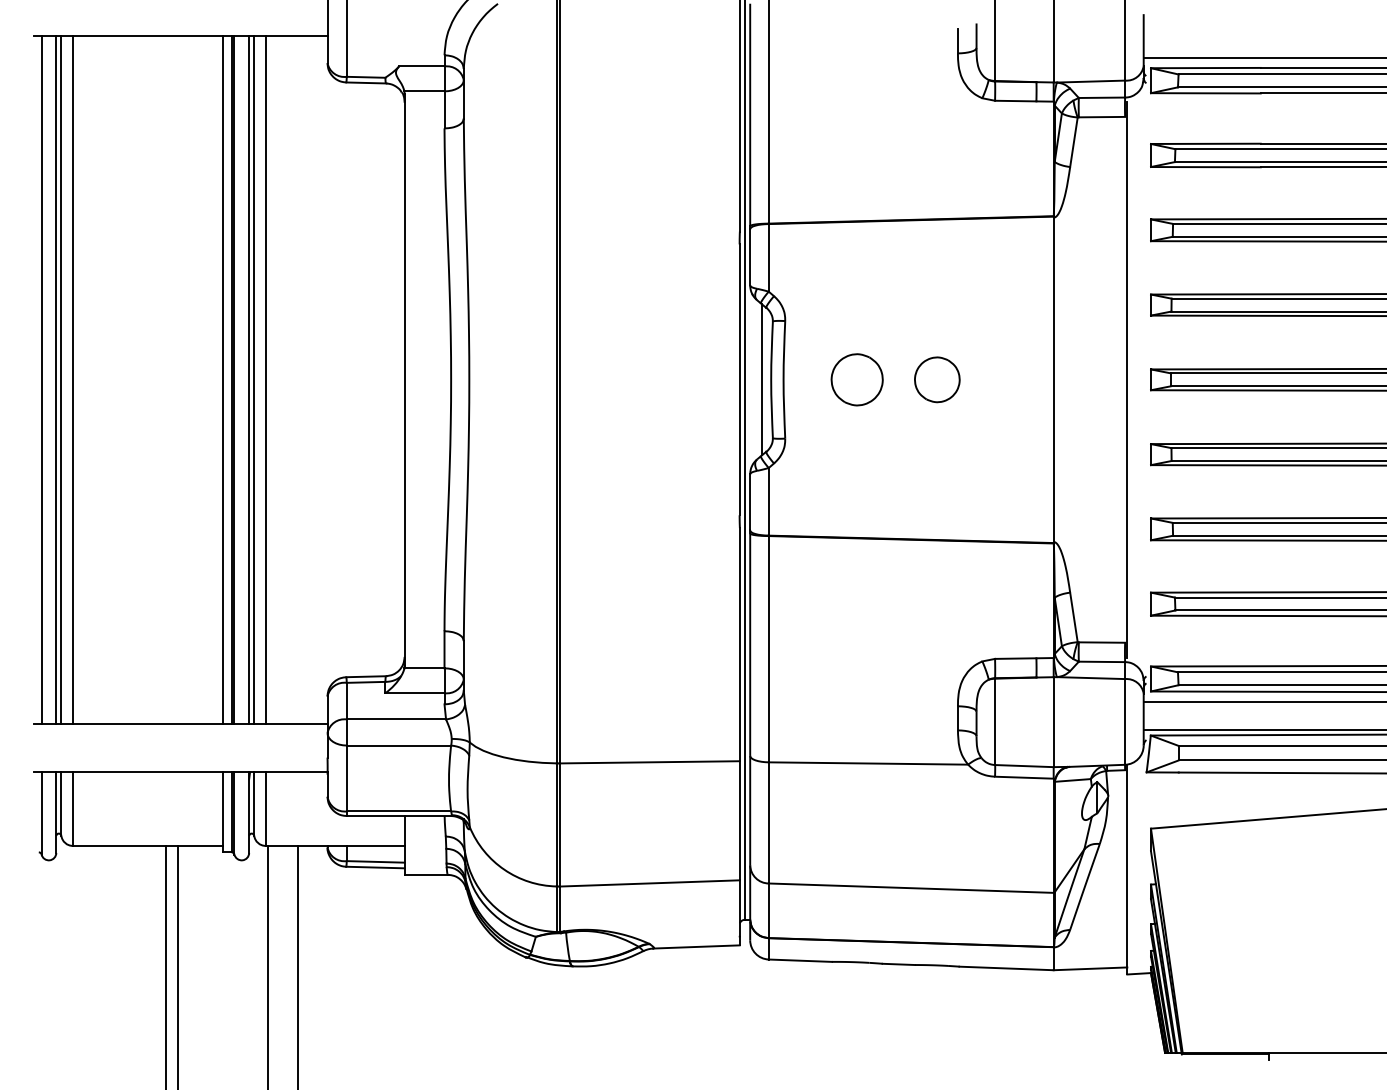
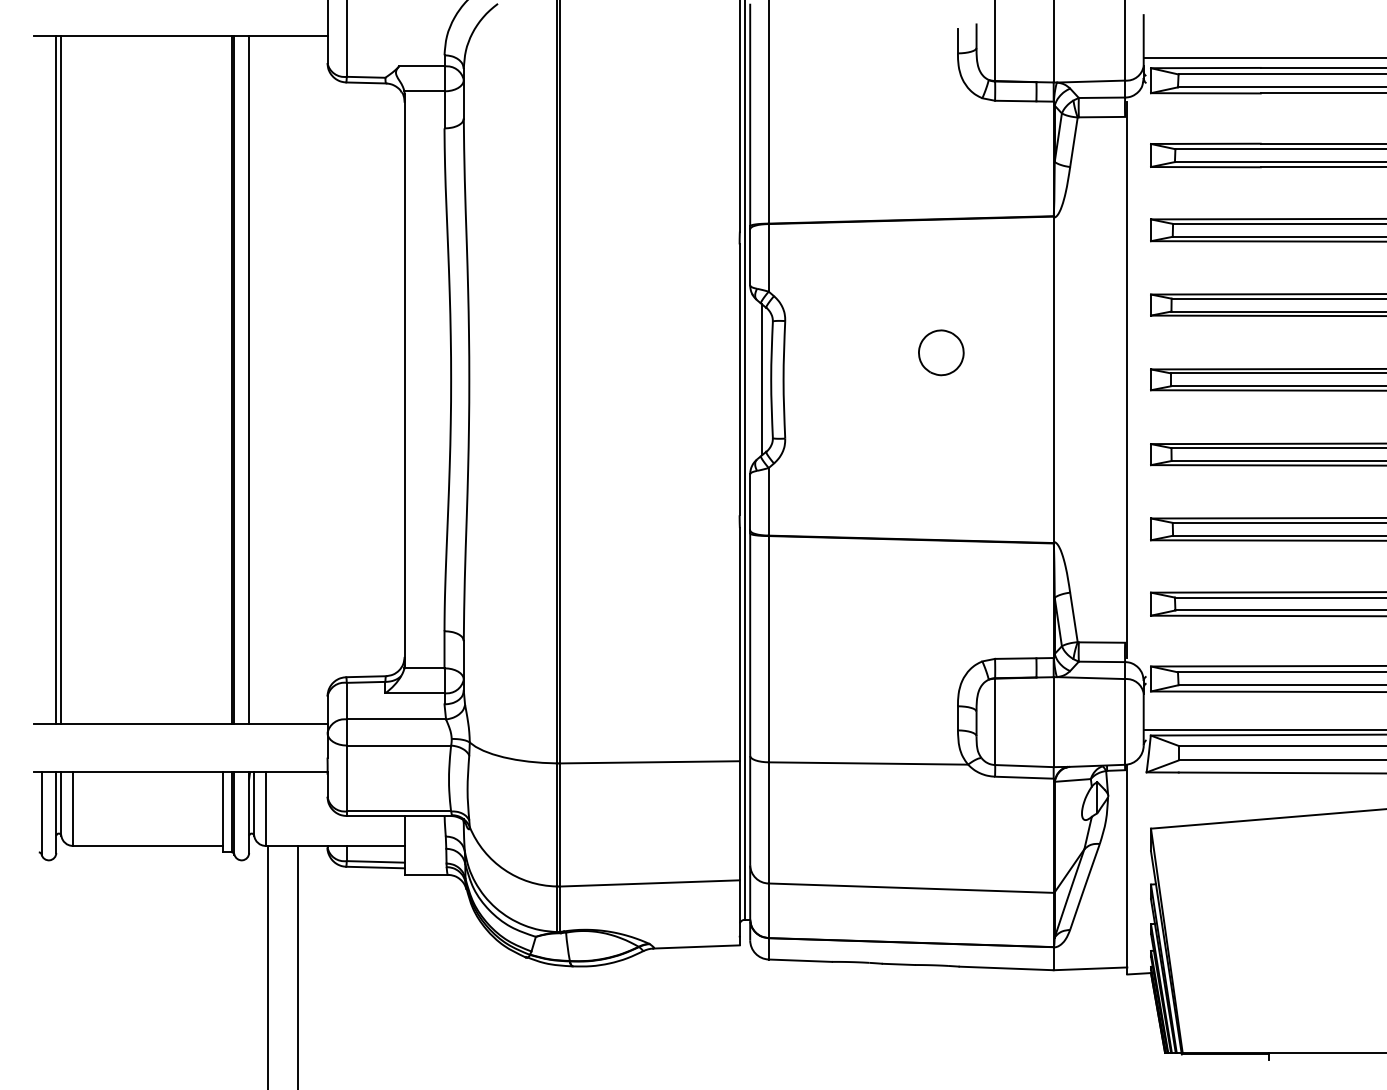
line at (41, 379): present -> none
line at (72, 379): present -> none
line at (223, 379): present -> none
line at (254, 379): present -> none
line at (265, 379): present -> none
part at (856, 379): present -> none
part at (937, 379) position: (937, 379) -> (941, 352)
line at (1263, 702): present -> none
line at (165, 965): present -> none
line at (177, 965): present -> none
